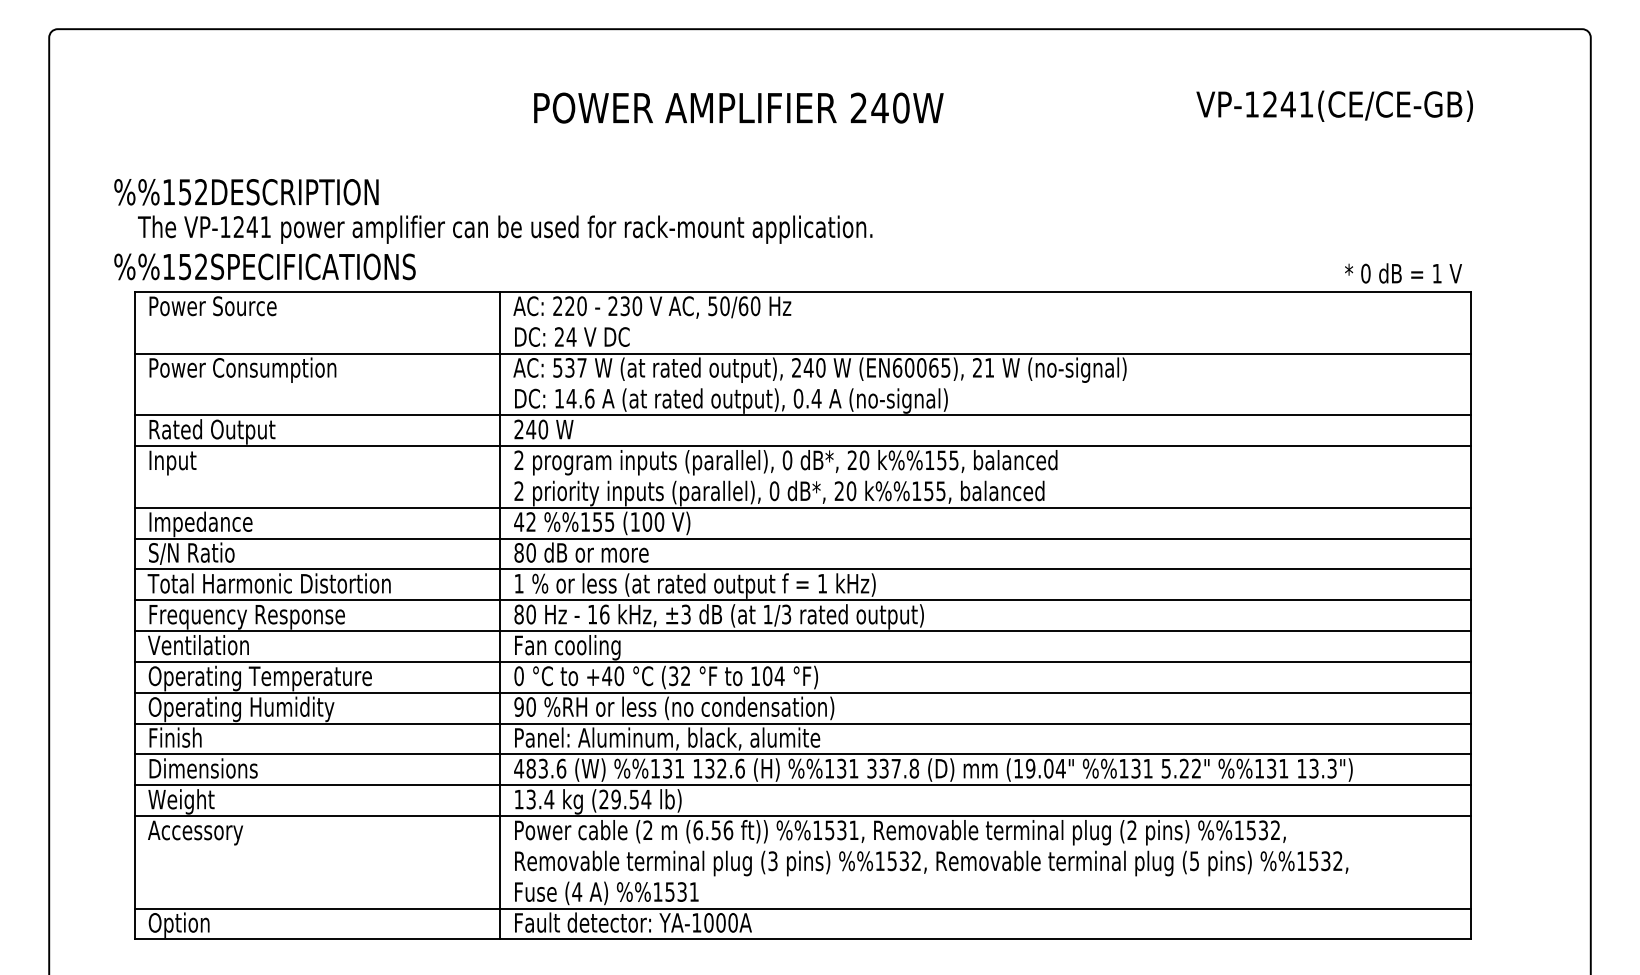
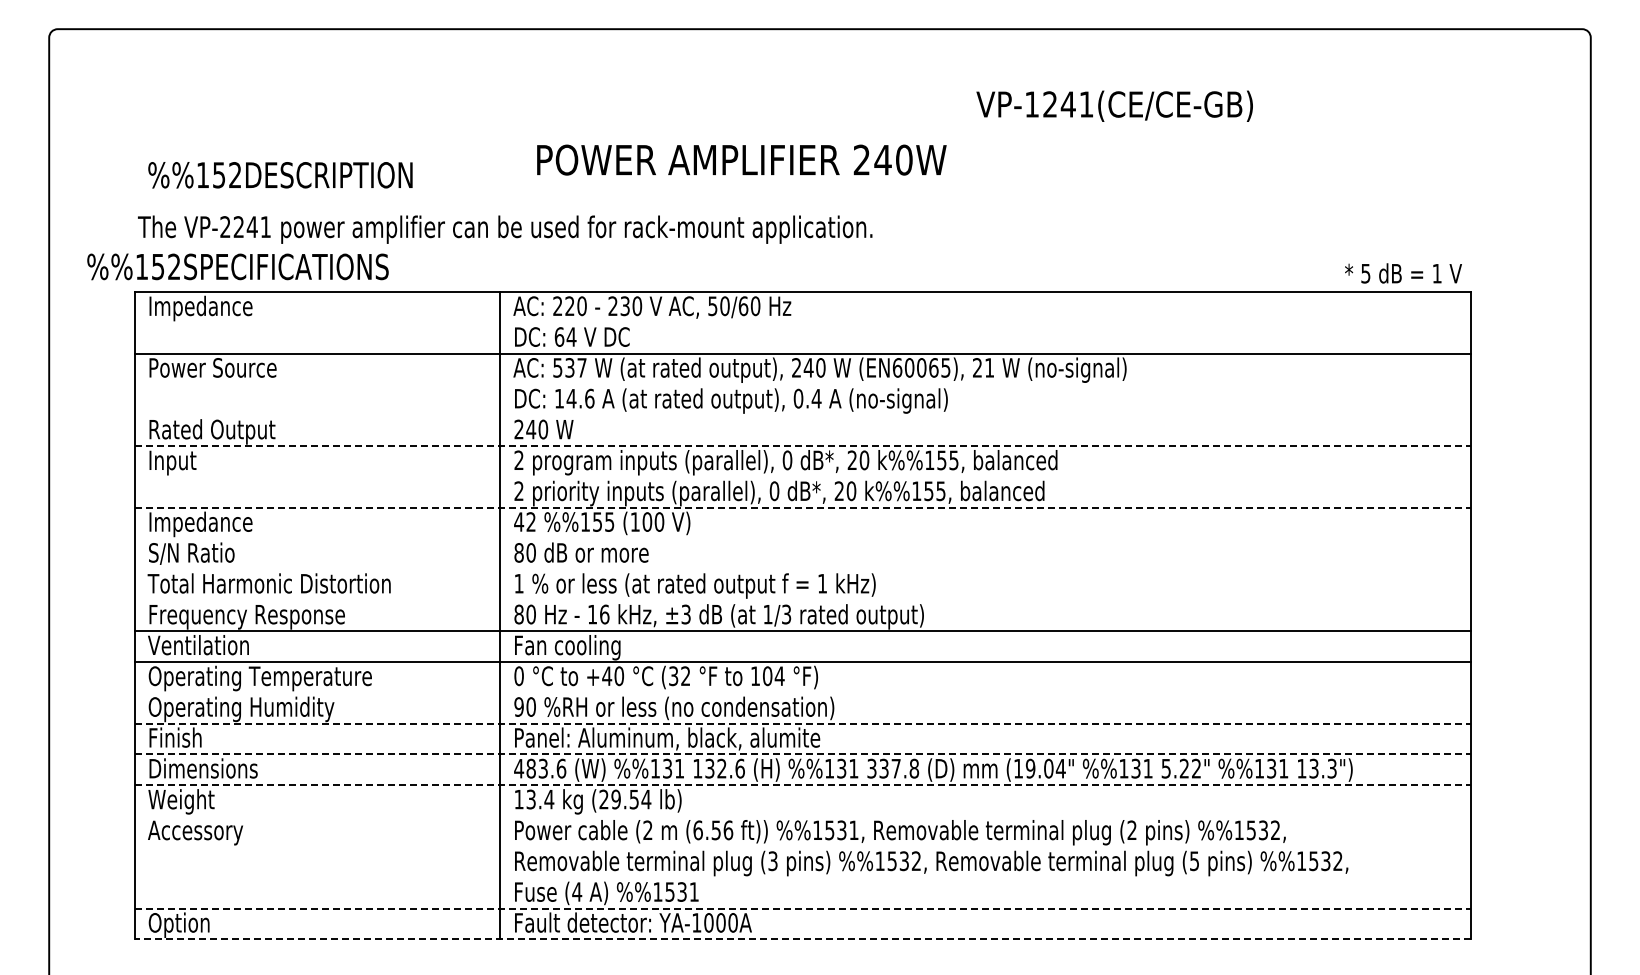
text at (1334, 105) position: (1334, 105) -> (1114, 105)
text at (738, 107) position: (738, 107) -> (741, 159)
text at (246, 192) position: (246, 192) -> (280, 175)
text at (225, 226): VP-1241 -> VP-2241
text at (264, 266) position: (264, 266) -> (237, 266)
text at (1365, 273): 0 -> 5
text at (213, 308): Power Source -> Impedance
text at (559, 336): 24 -> 64
text at (274, 369): Power Consumption -> Power Source
line at (802, 415): present -> none
line at (803, 446): solid -> dashed
line at (803, 507): solid -> dashed
line at (802, 538): present -> none
line at (802, 569): present -> none
line at (802, 600): present -> none
line at (802, 692): present -> none
line at (803, 723): solid -> dashed
line at (803, 754): solid -> dashed
line at (803, 785): solid -> dashed
line at (802, 816): present -> none
line at (803, 908): solid -> dashed
line at (802, 939): solid -> dashed
